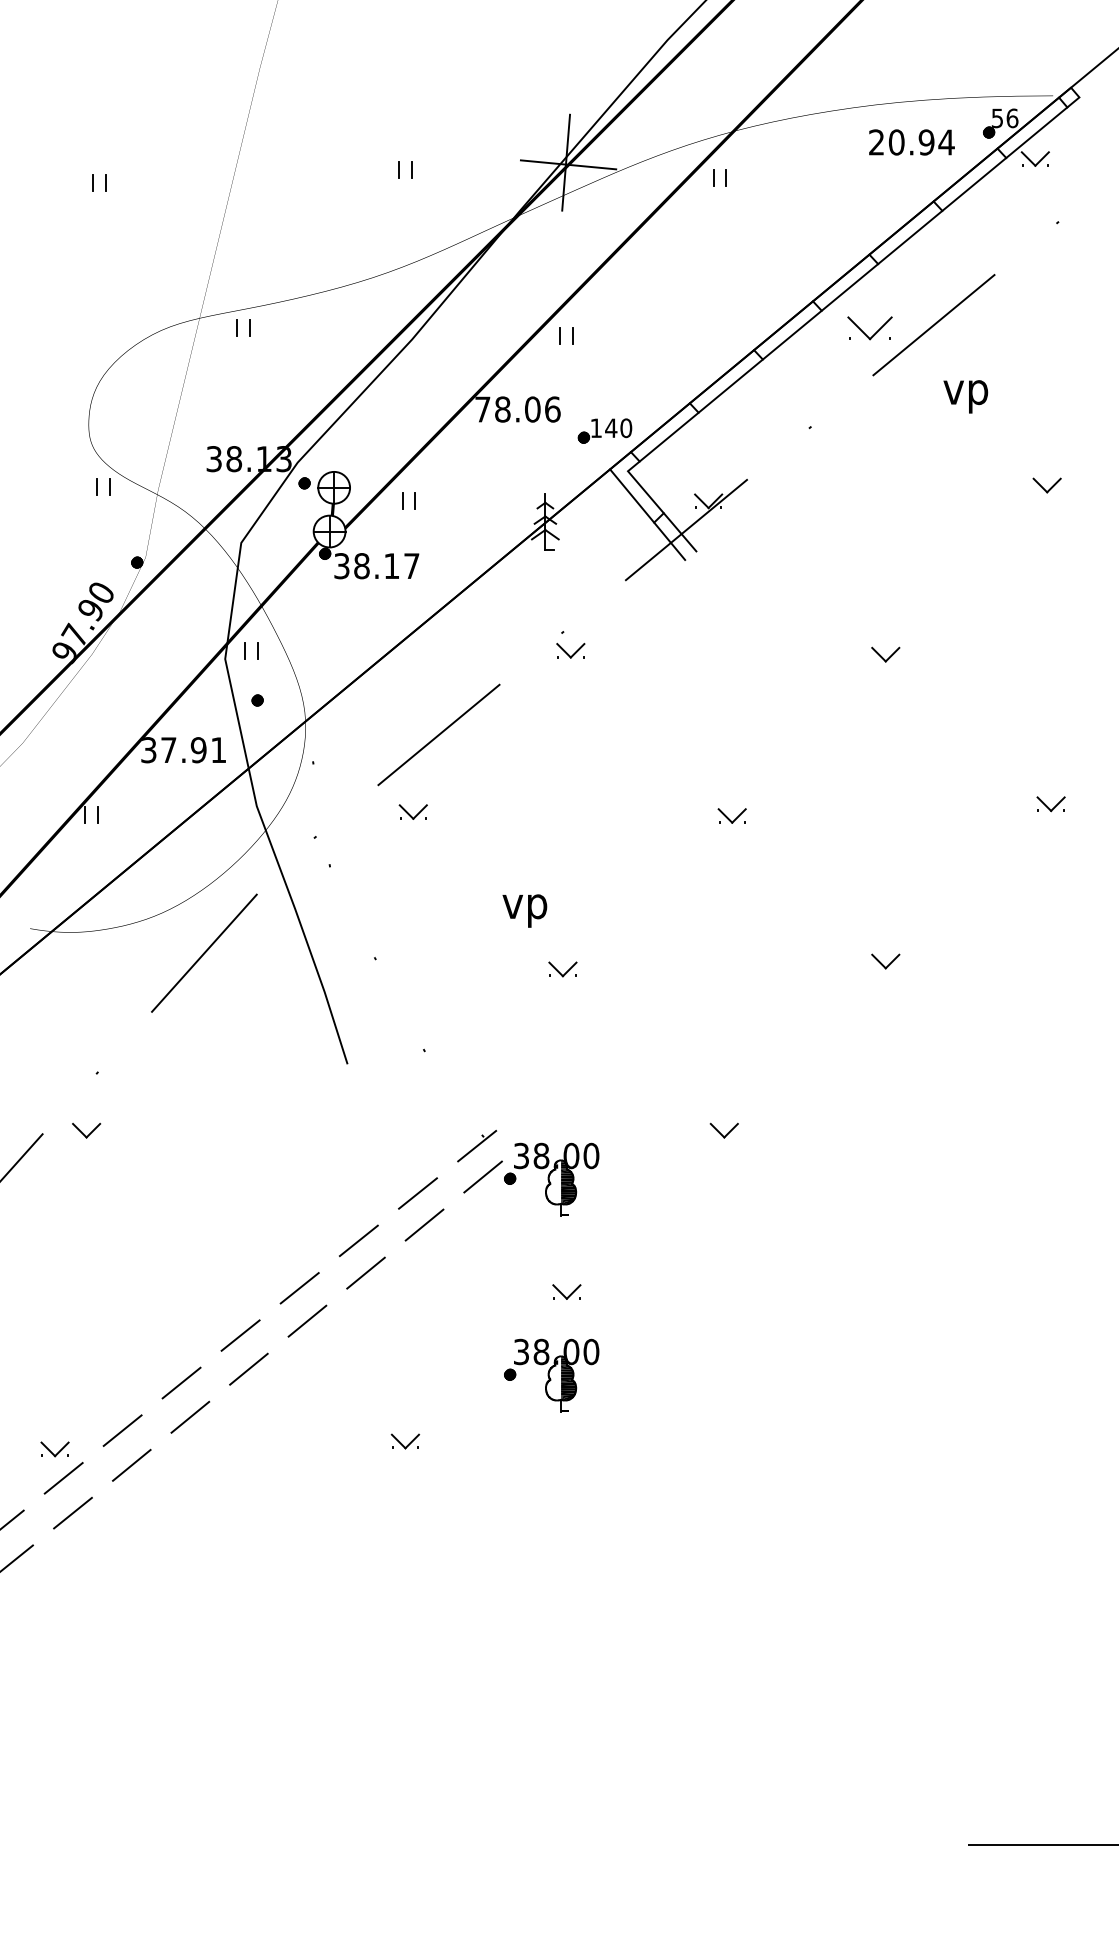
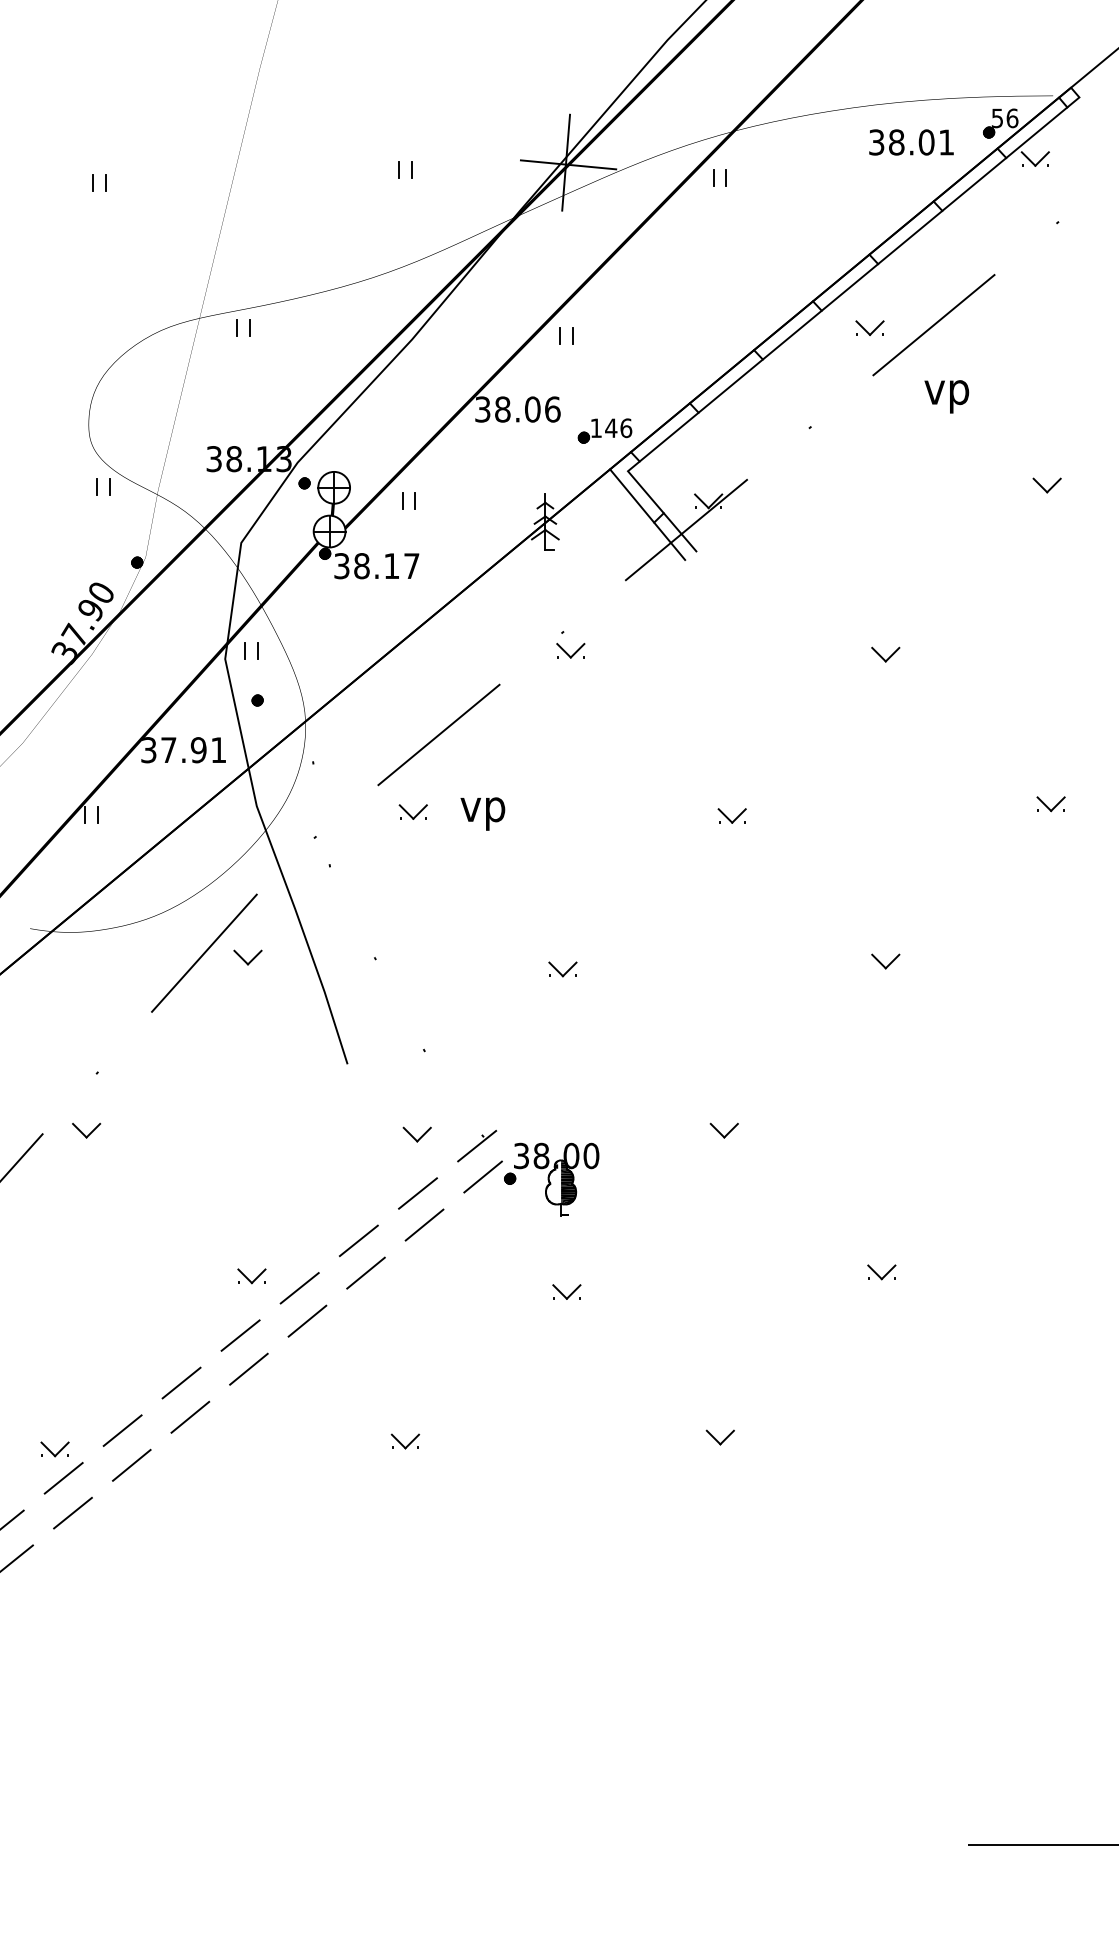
text at (911, 142): 20.94 -> 38.01
part at (869, 328) size: 46x25 px -> 30x16 px
text at (965, 396) position: (965, 396) -> (946, 396)
text at (482, 409): 78.06 -> 38.06
text at (626, 427): 140 -> 146
text at (64, 653): 97.90 -> 37.90
text at (524, 910) position: (524, 910) -> (482, 813)
part at (247, 957): none -> present
part at (416, 1134): none -> present
part at (881, 1272): none -> present
part at (251, 1276): none -> present
part at (551, 1375): present -> none
part at (719, 1437): none -> present
